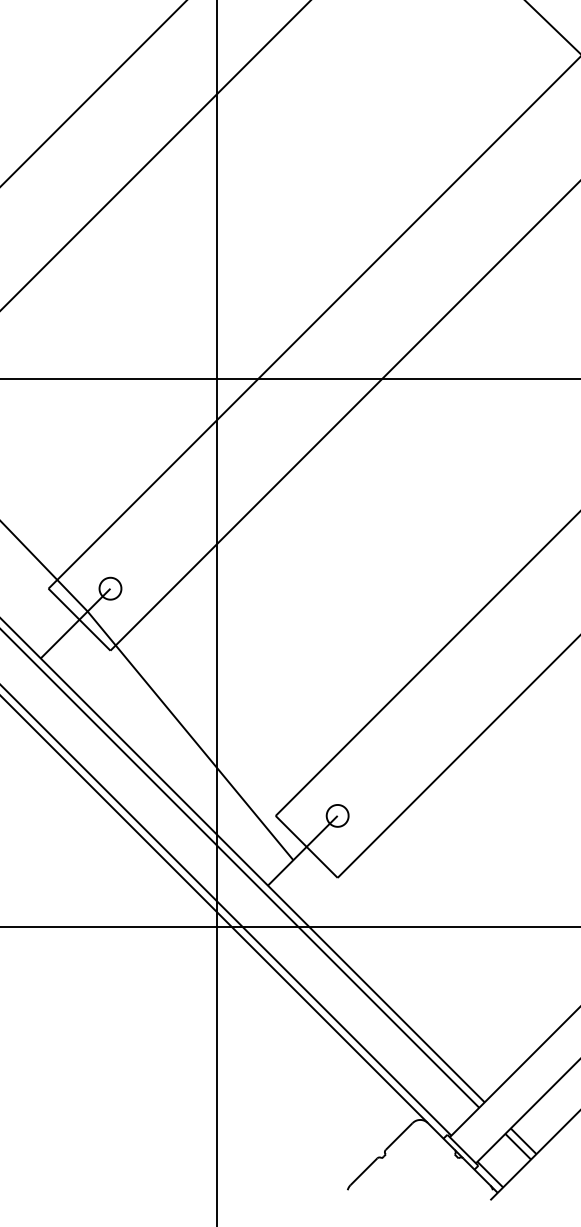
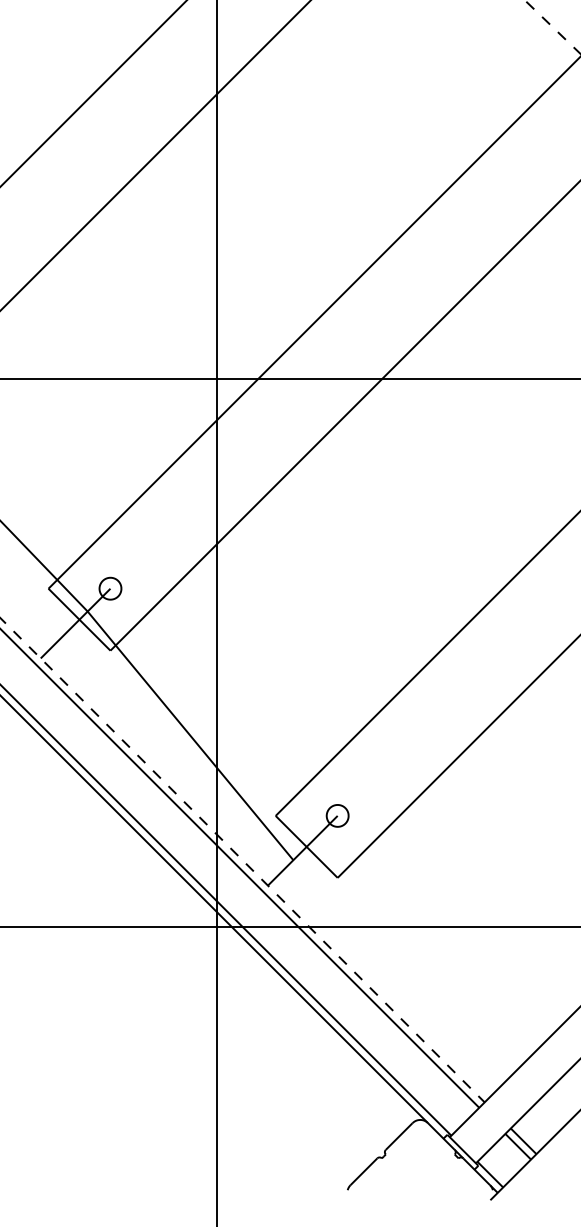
line at (553, 27): solid -> dashed
line at (243, 860): solid -> dashed
